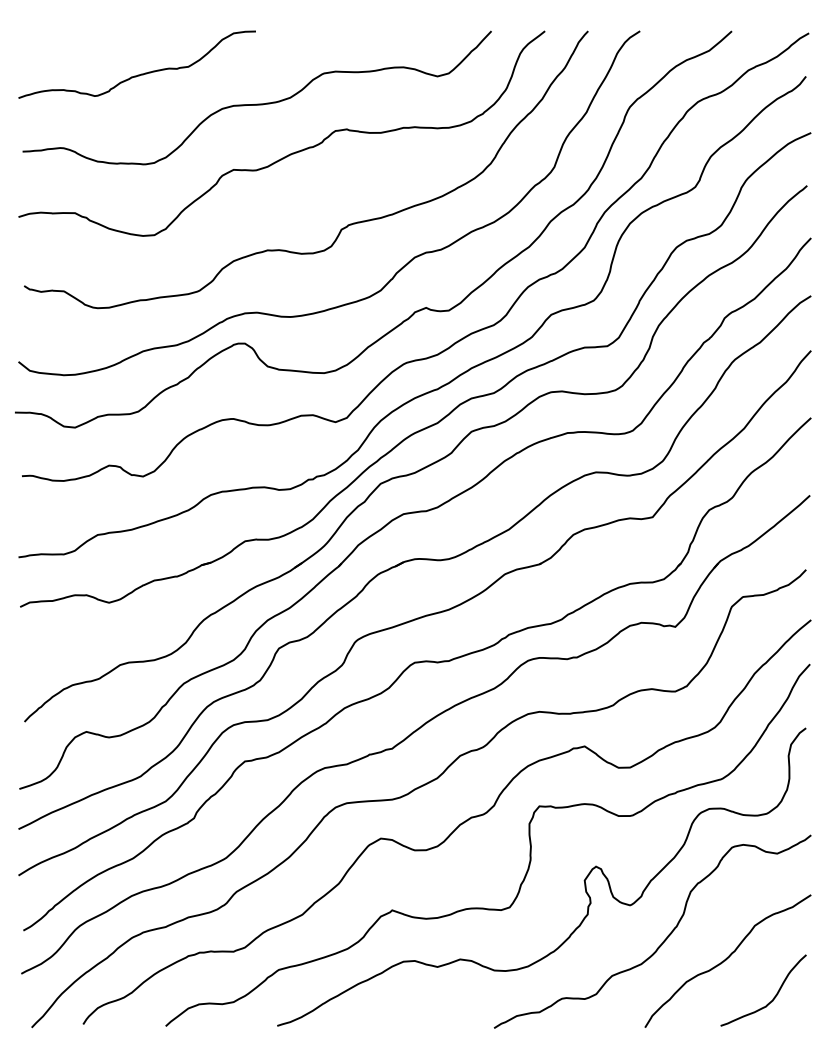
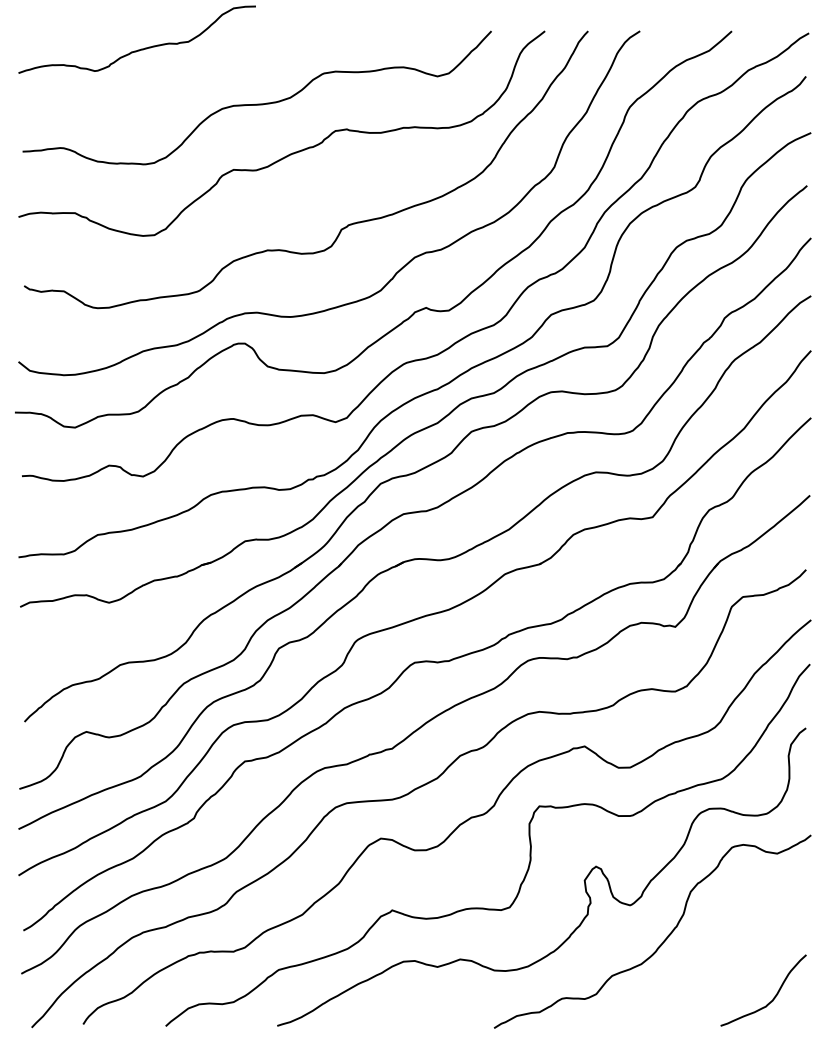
curve at (138, 74) position: (138, 74) -> (138, 49)
curve at (727, 959): present -> none
